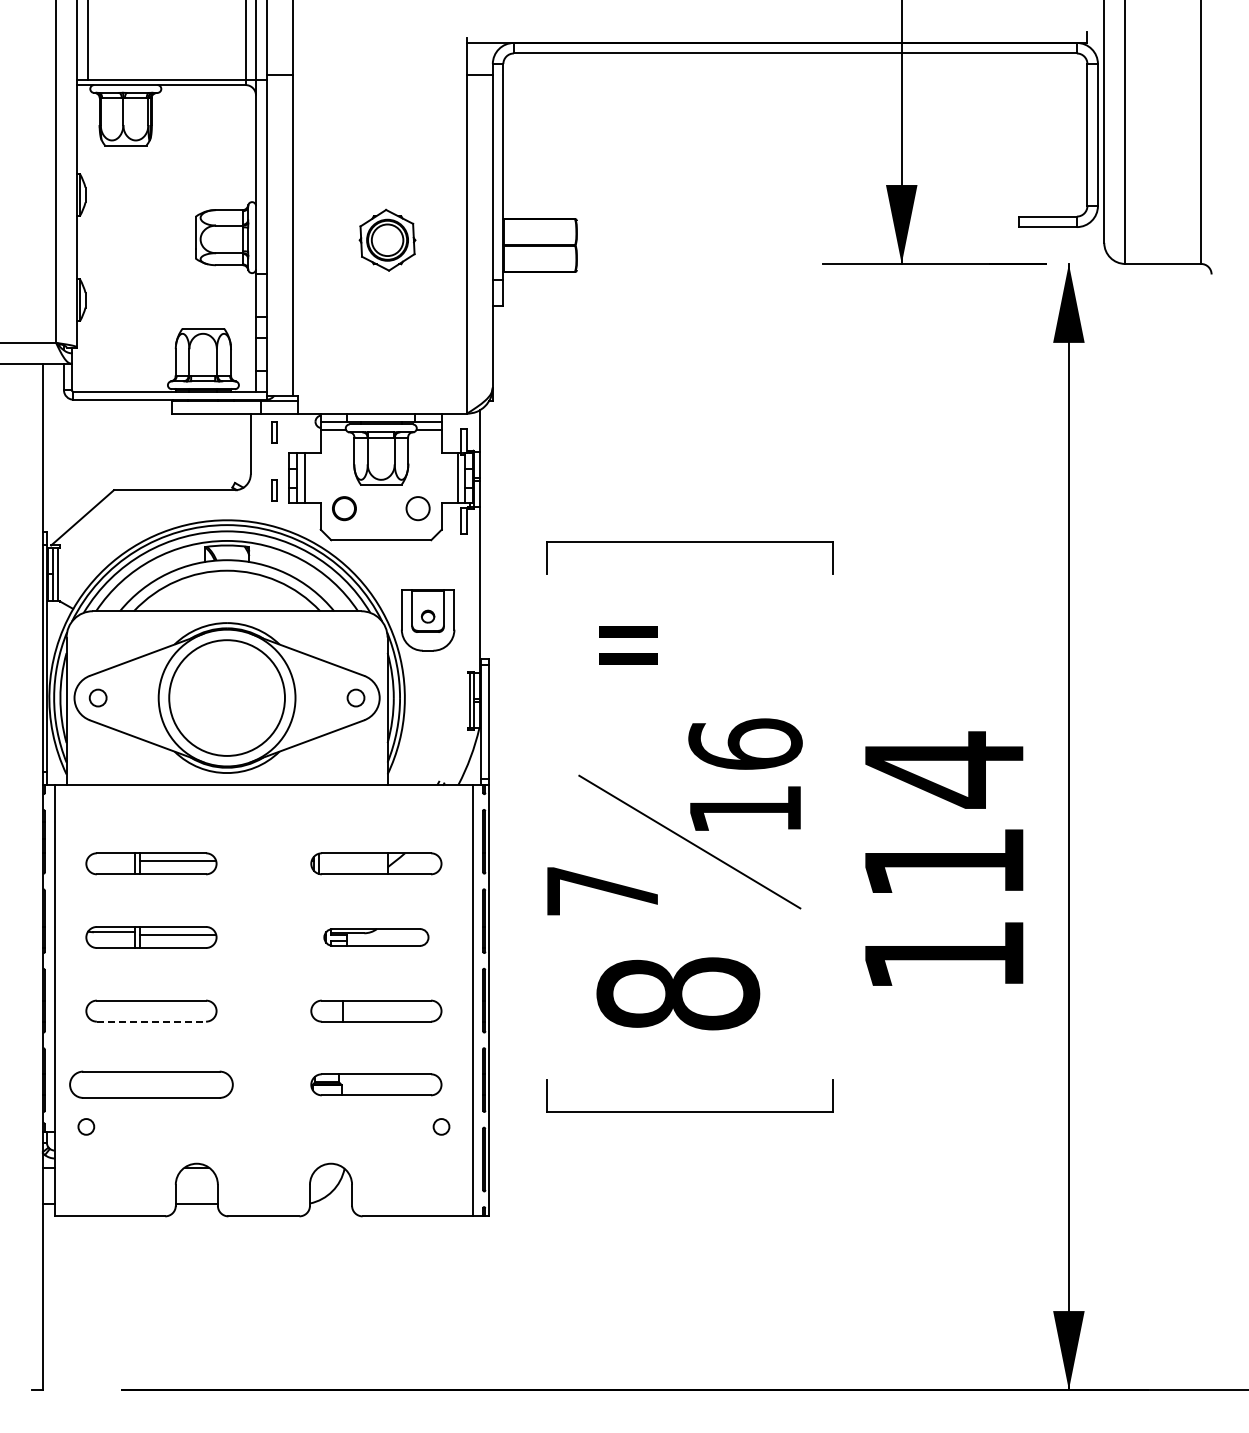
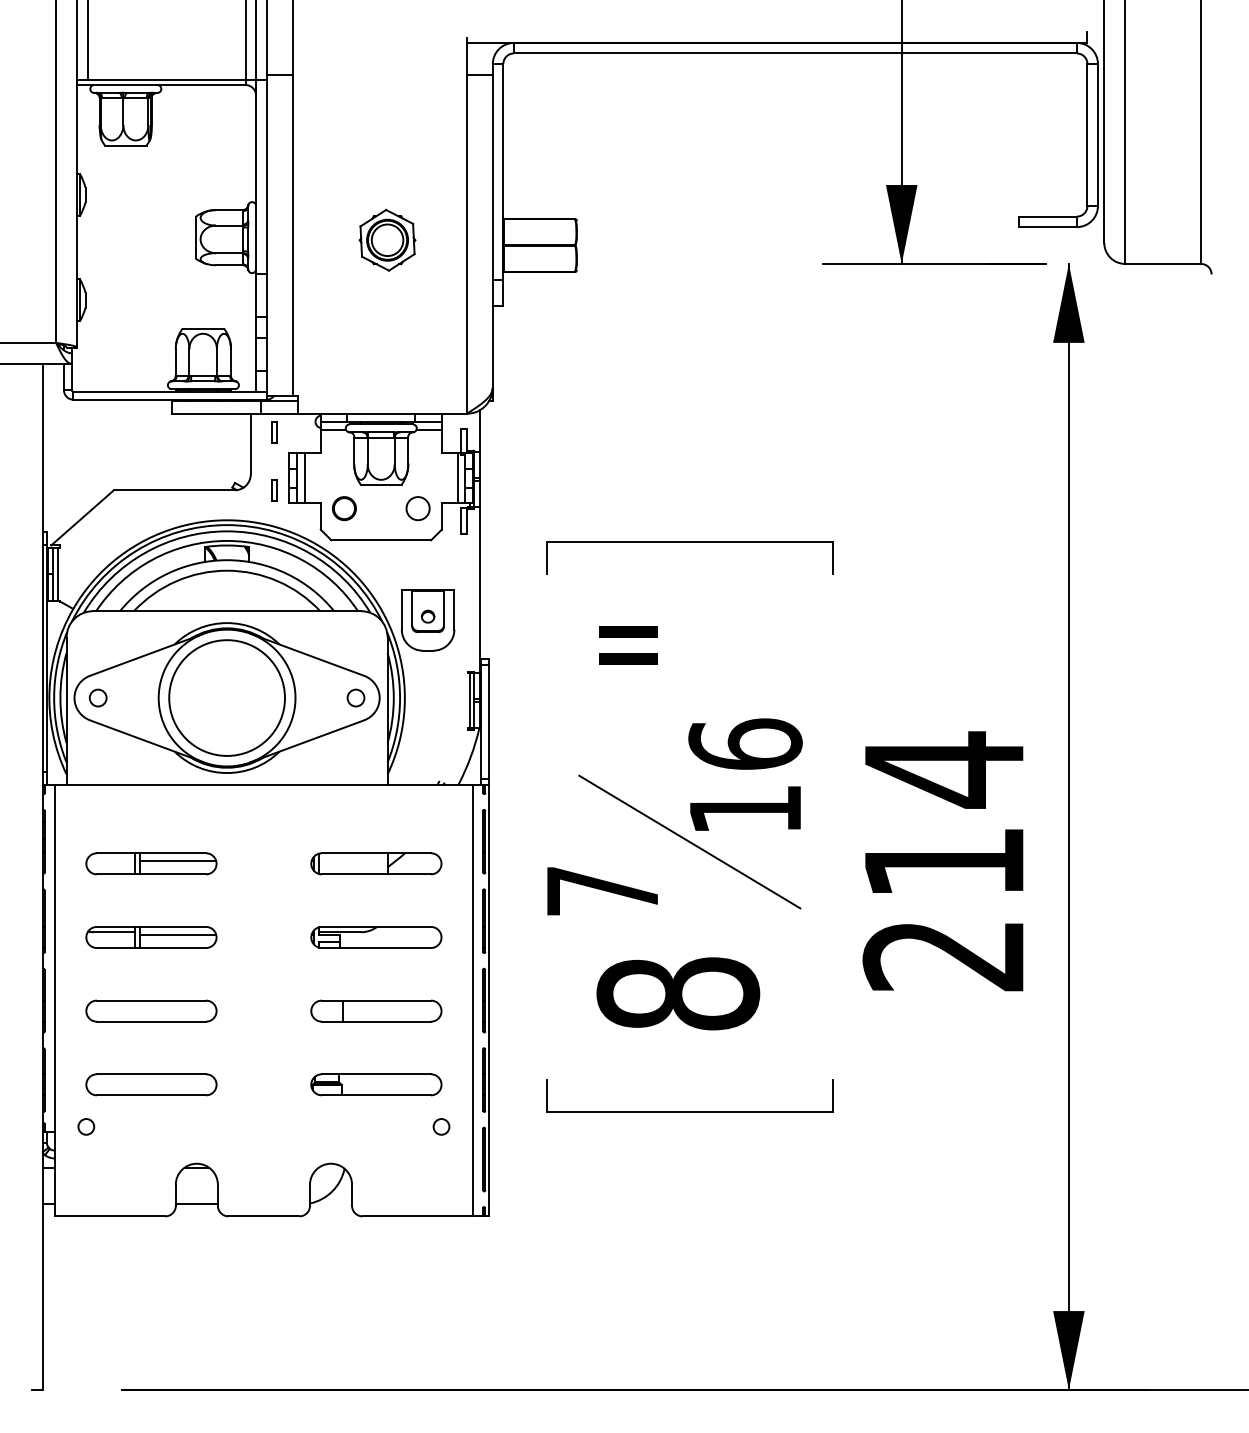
part at (376, 937) size: 107x19 px -> 133x23 px
text at (942, 956): 114 -> 214
line at (151, 1021): dashed -> solid
part at (151, 1084) size: 165x29 px -> 133x24 px
